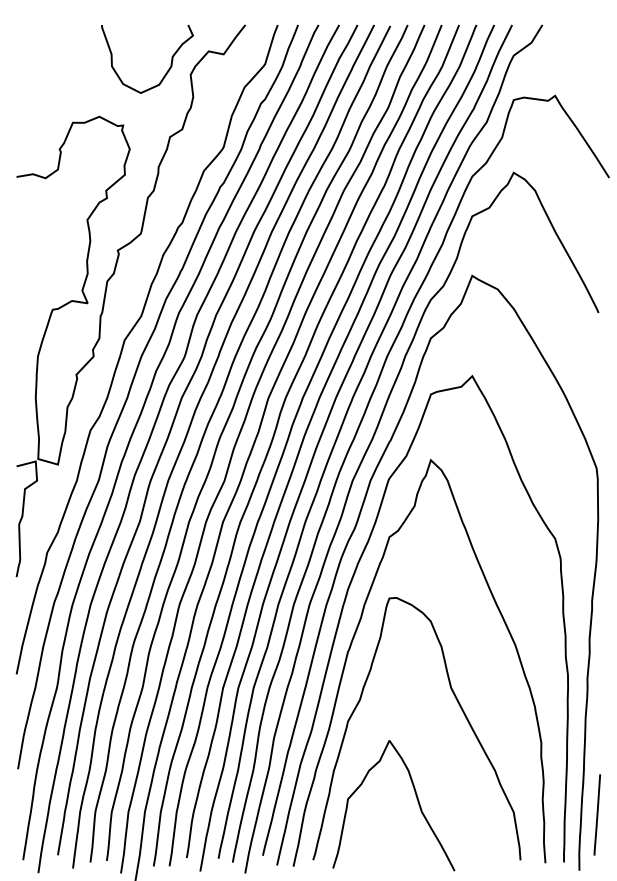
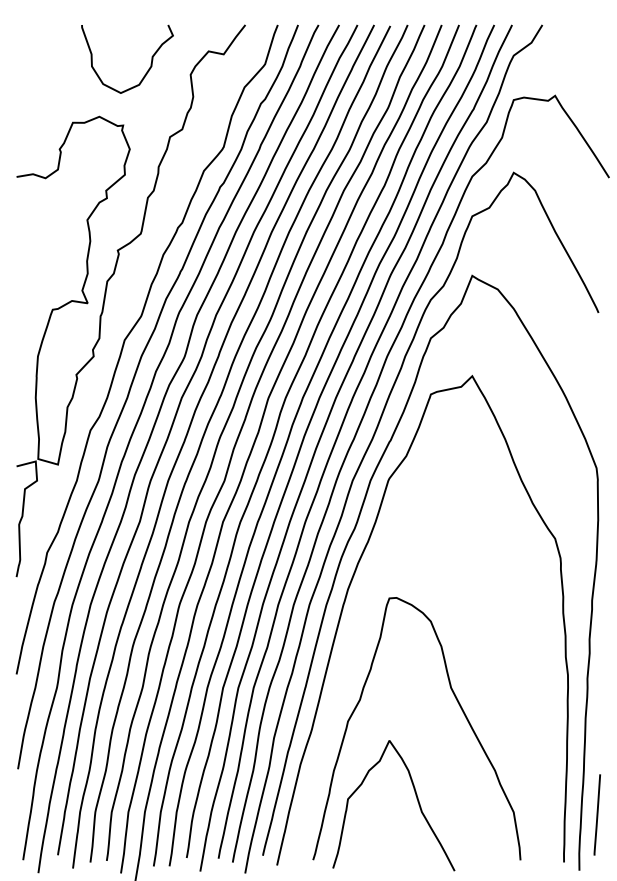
curve at (166, 71) position: (166, 71) -> (146, 71)
curve at (354, 638): present -> none
